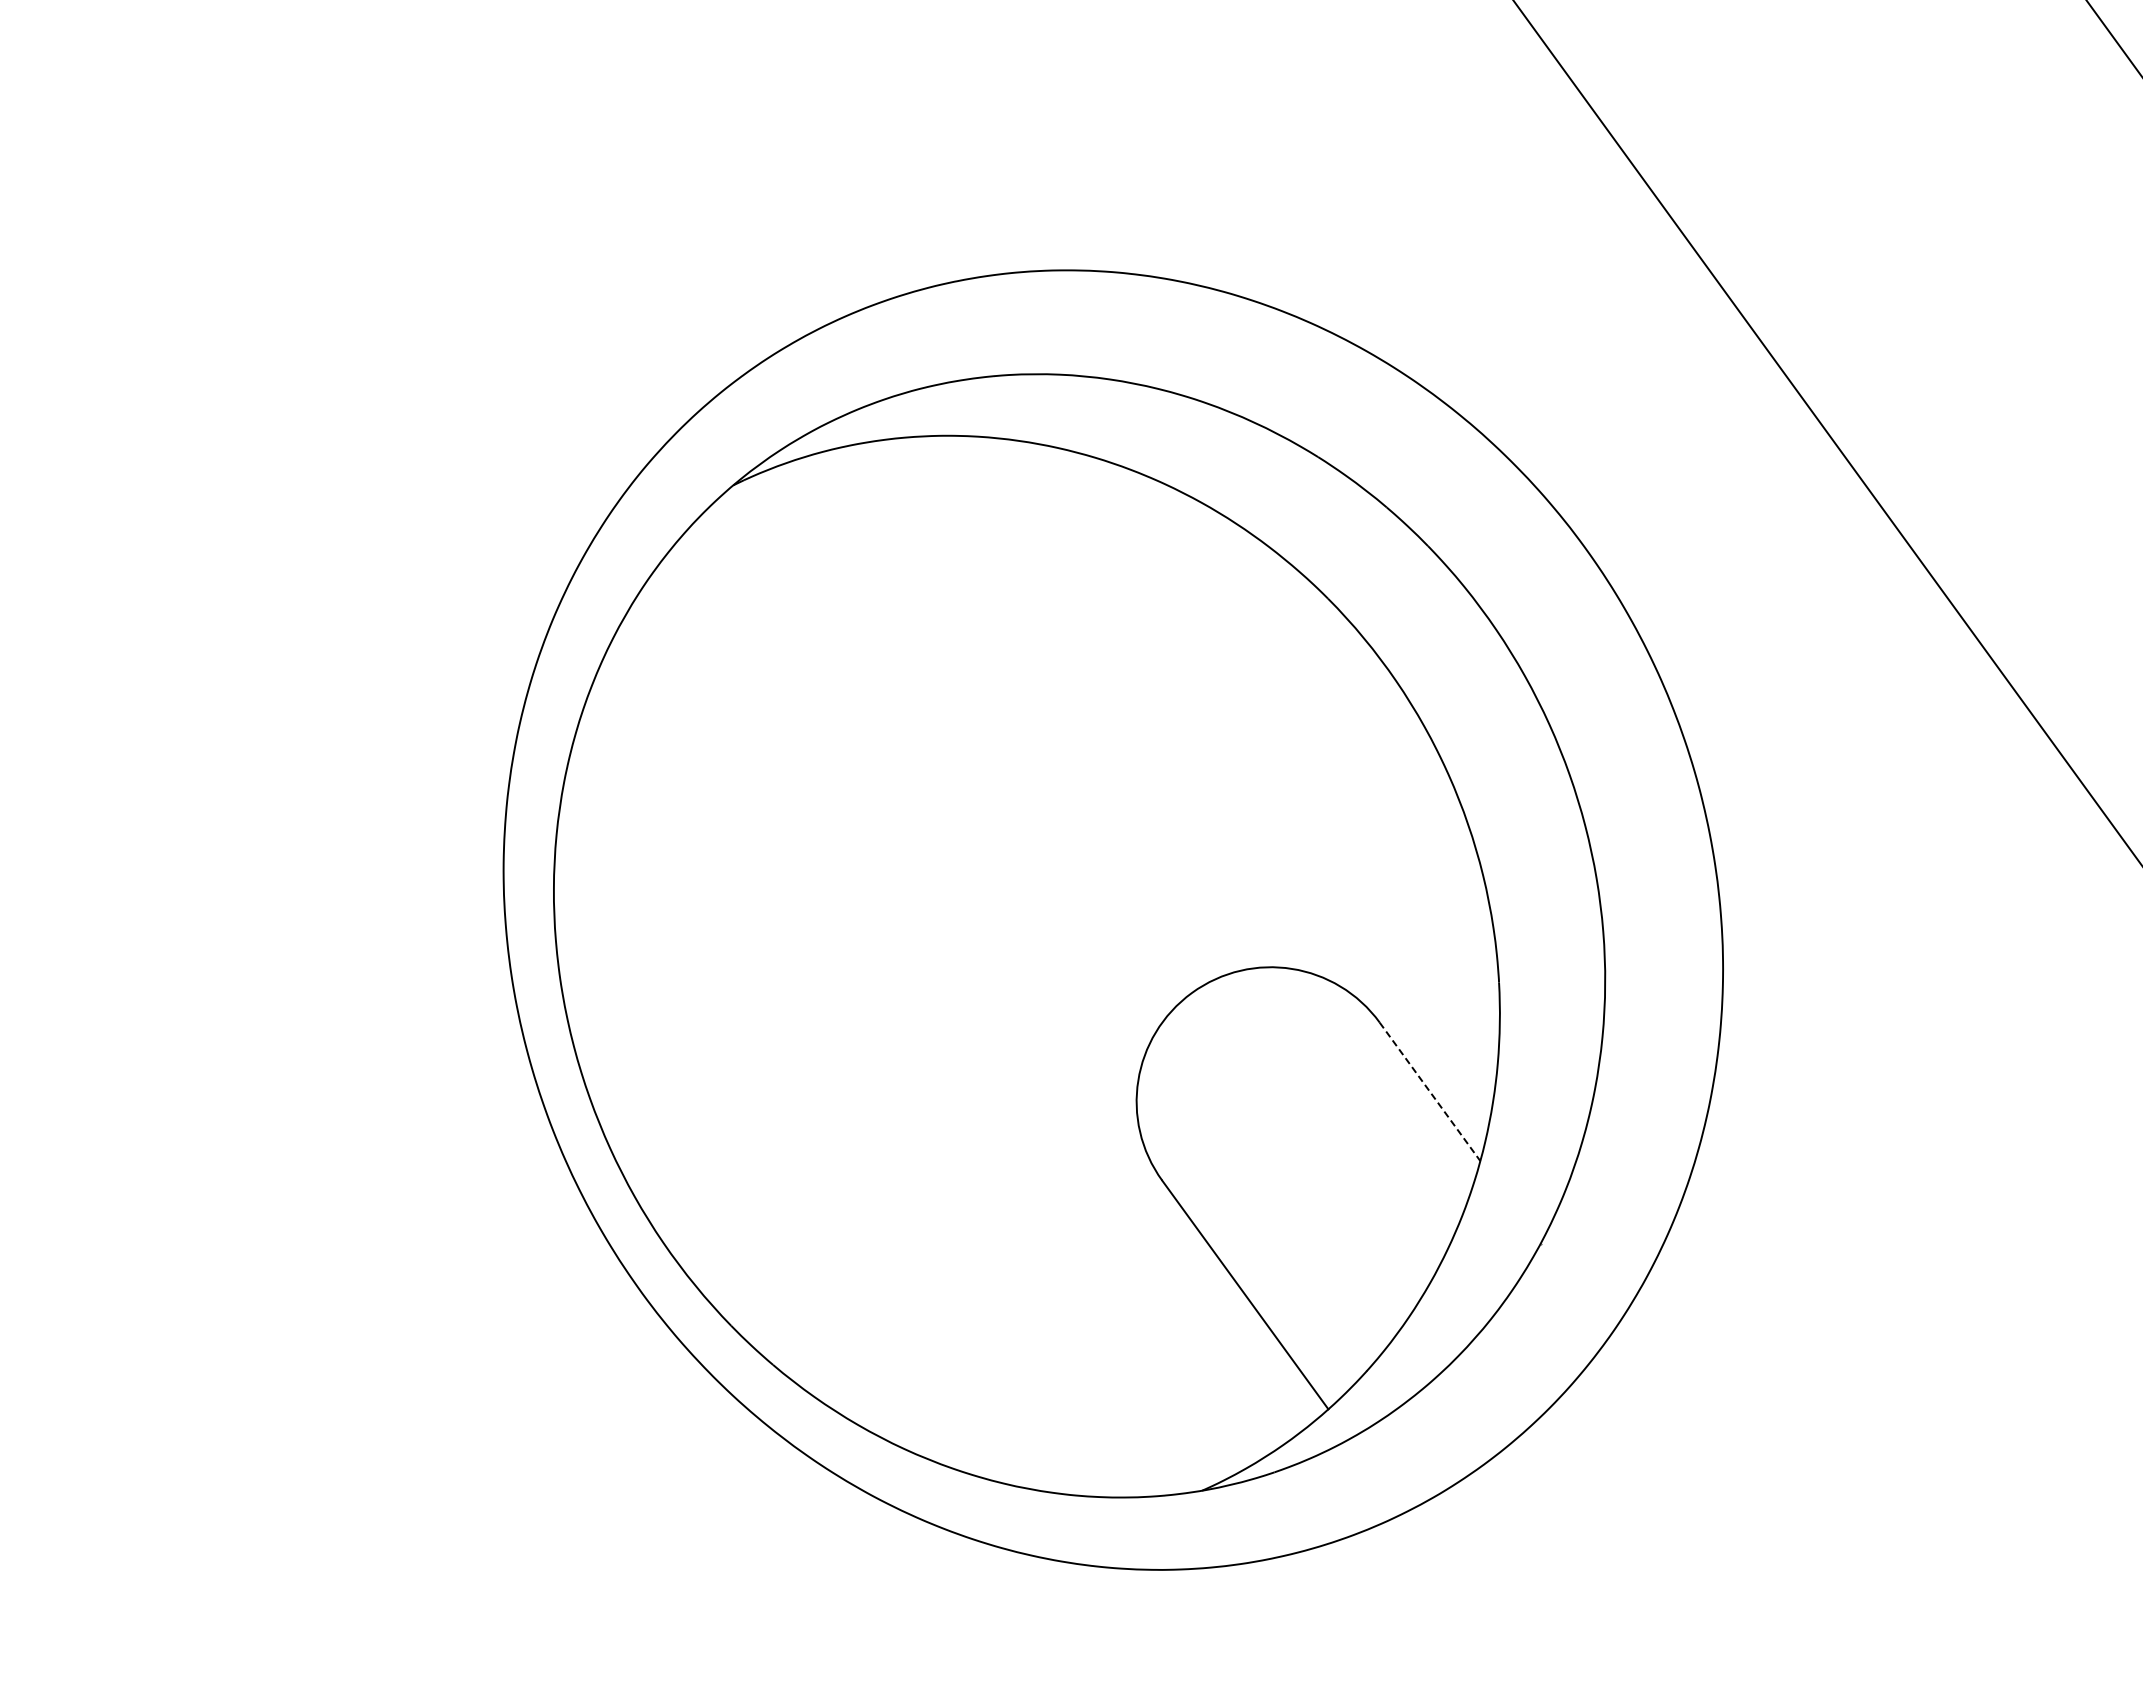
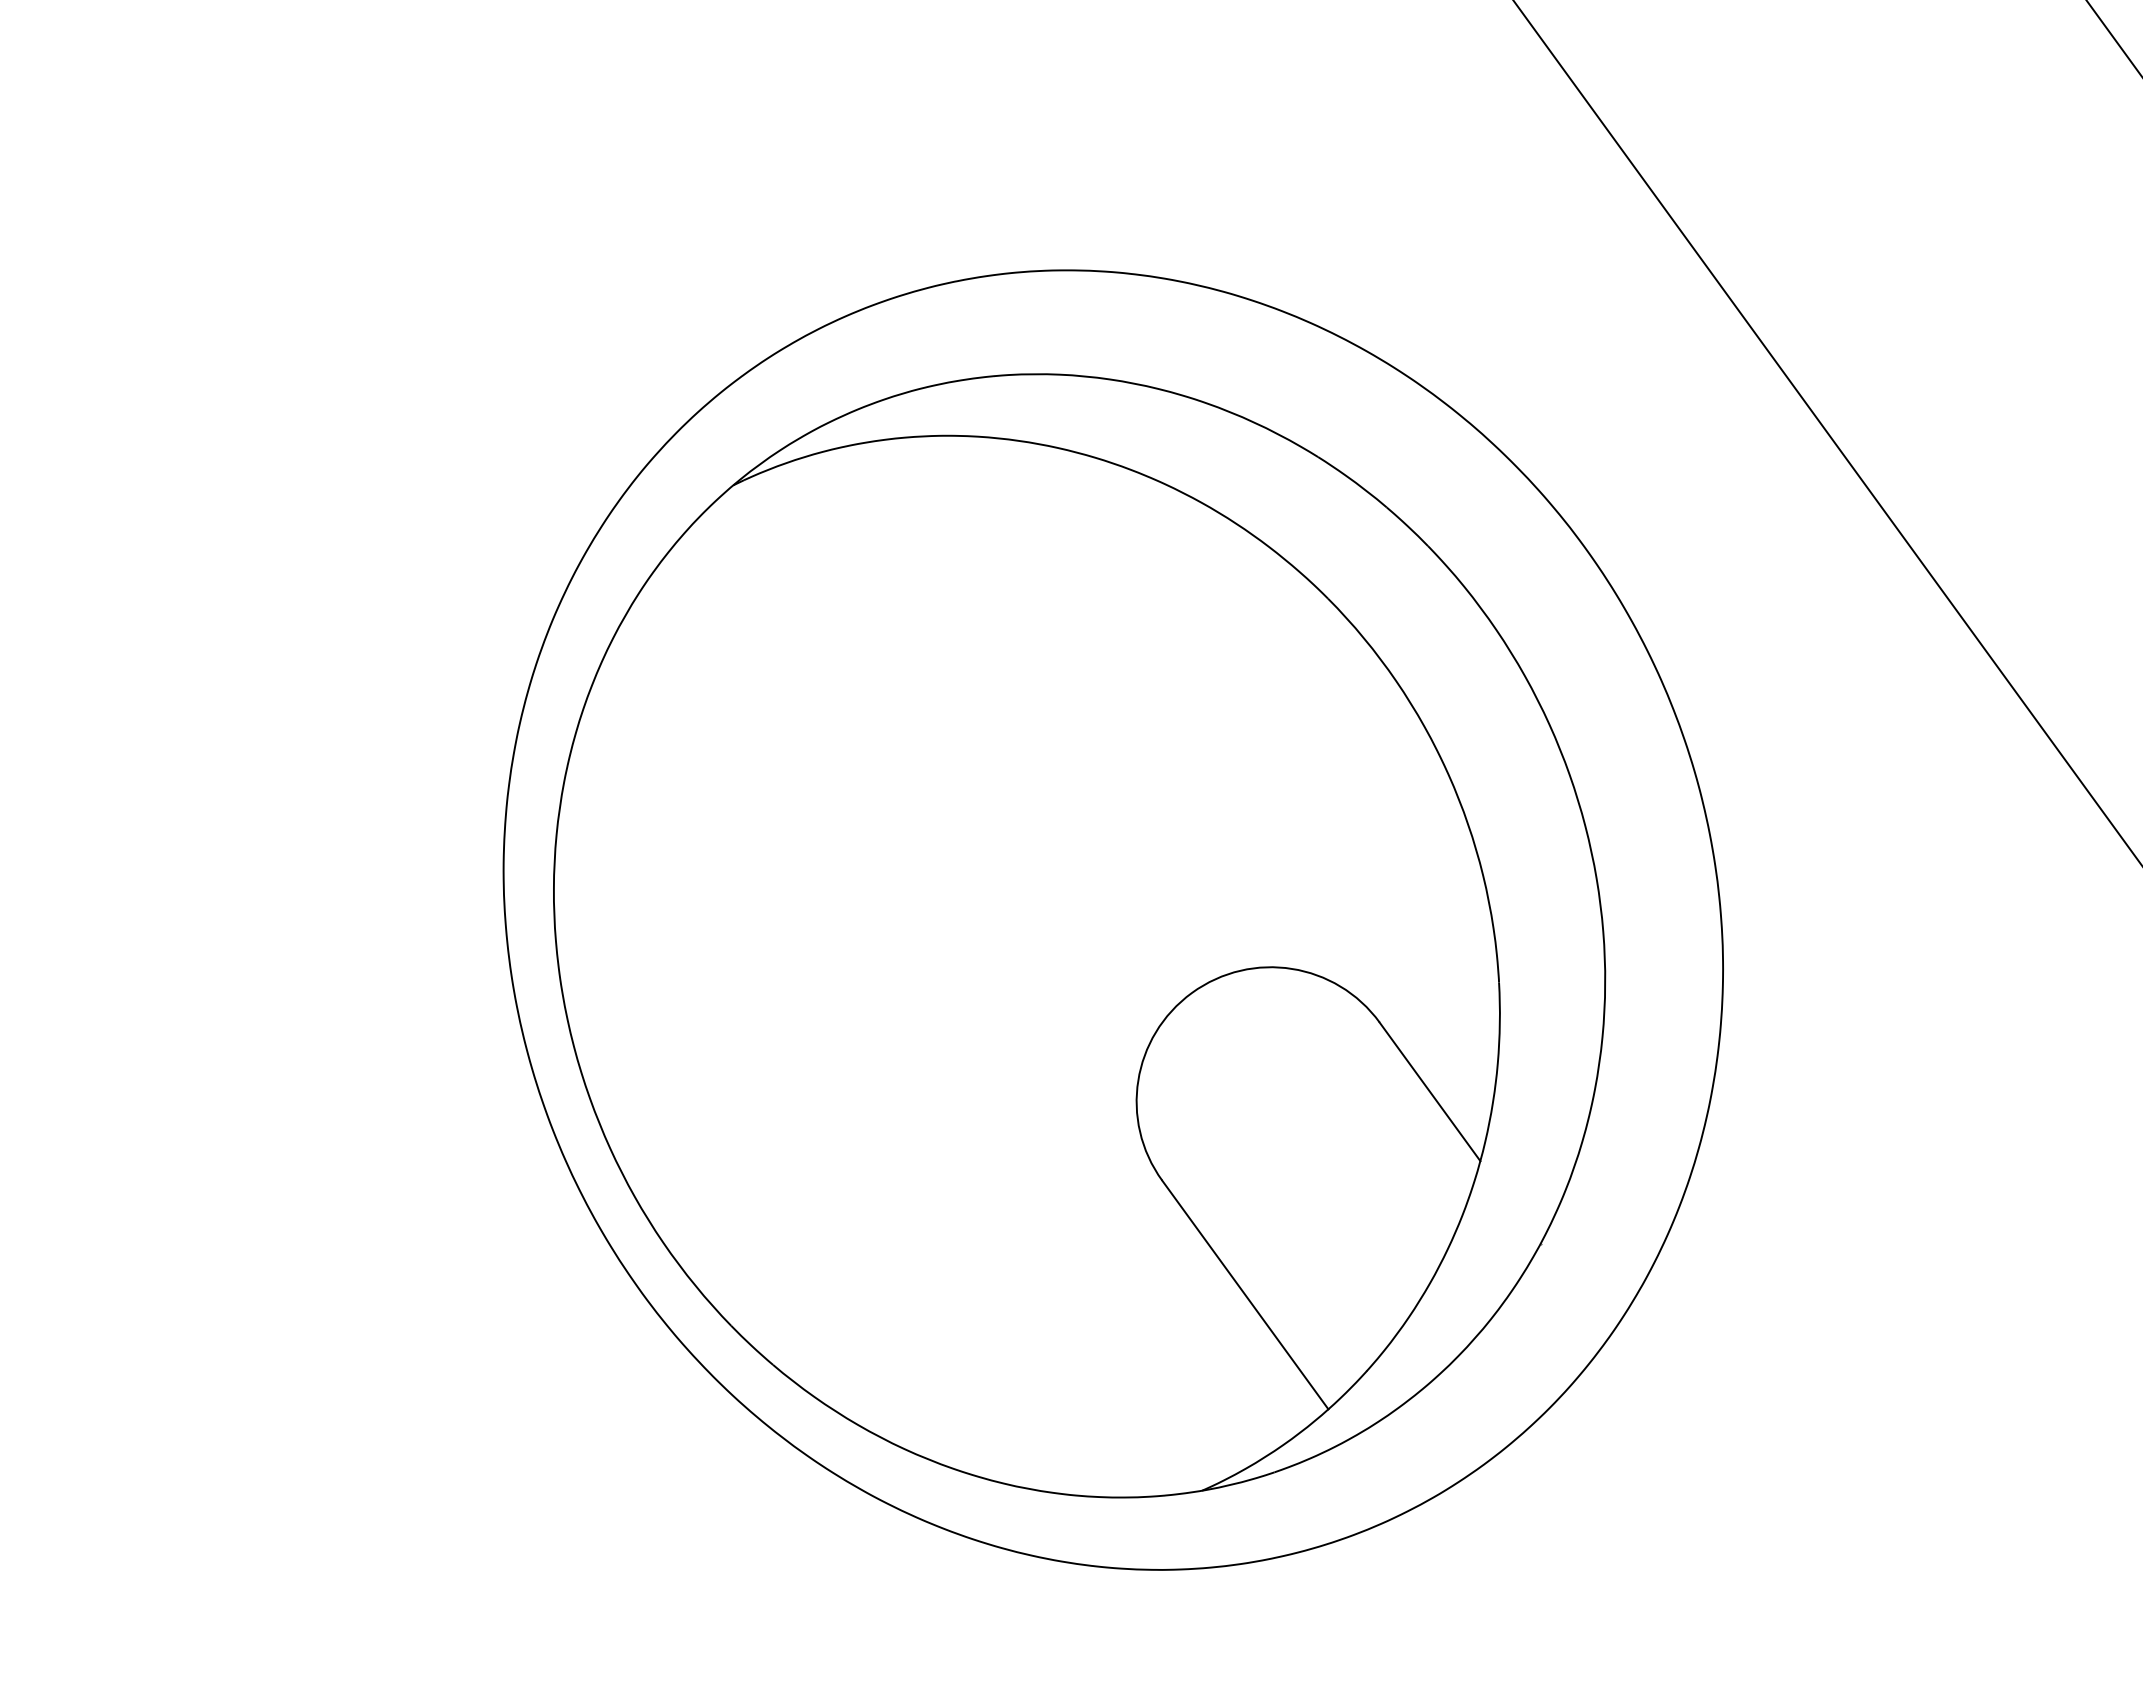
line at (1430, 1091): dashed -> solid
